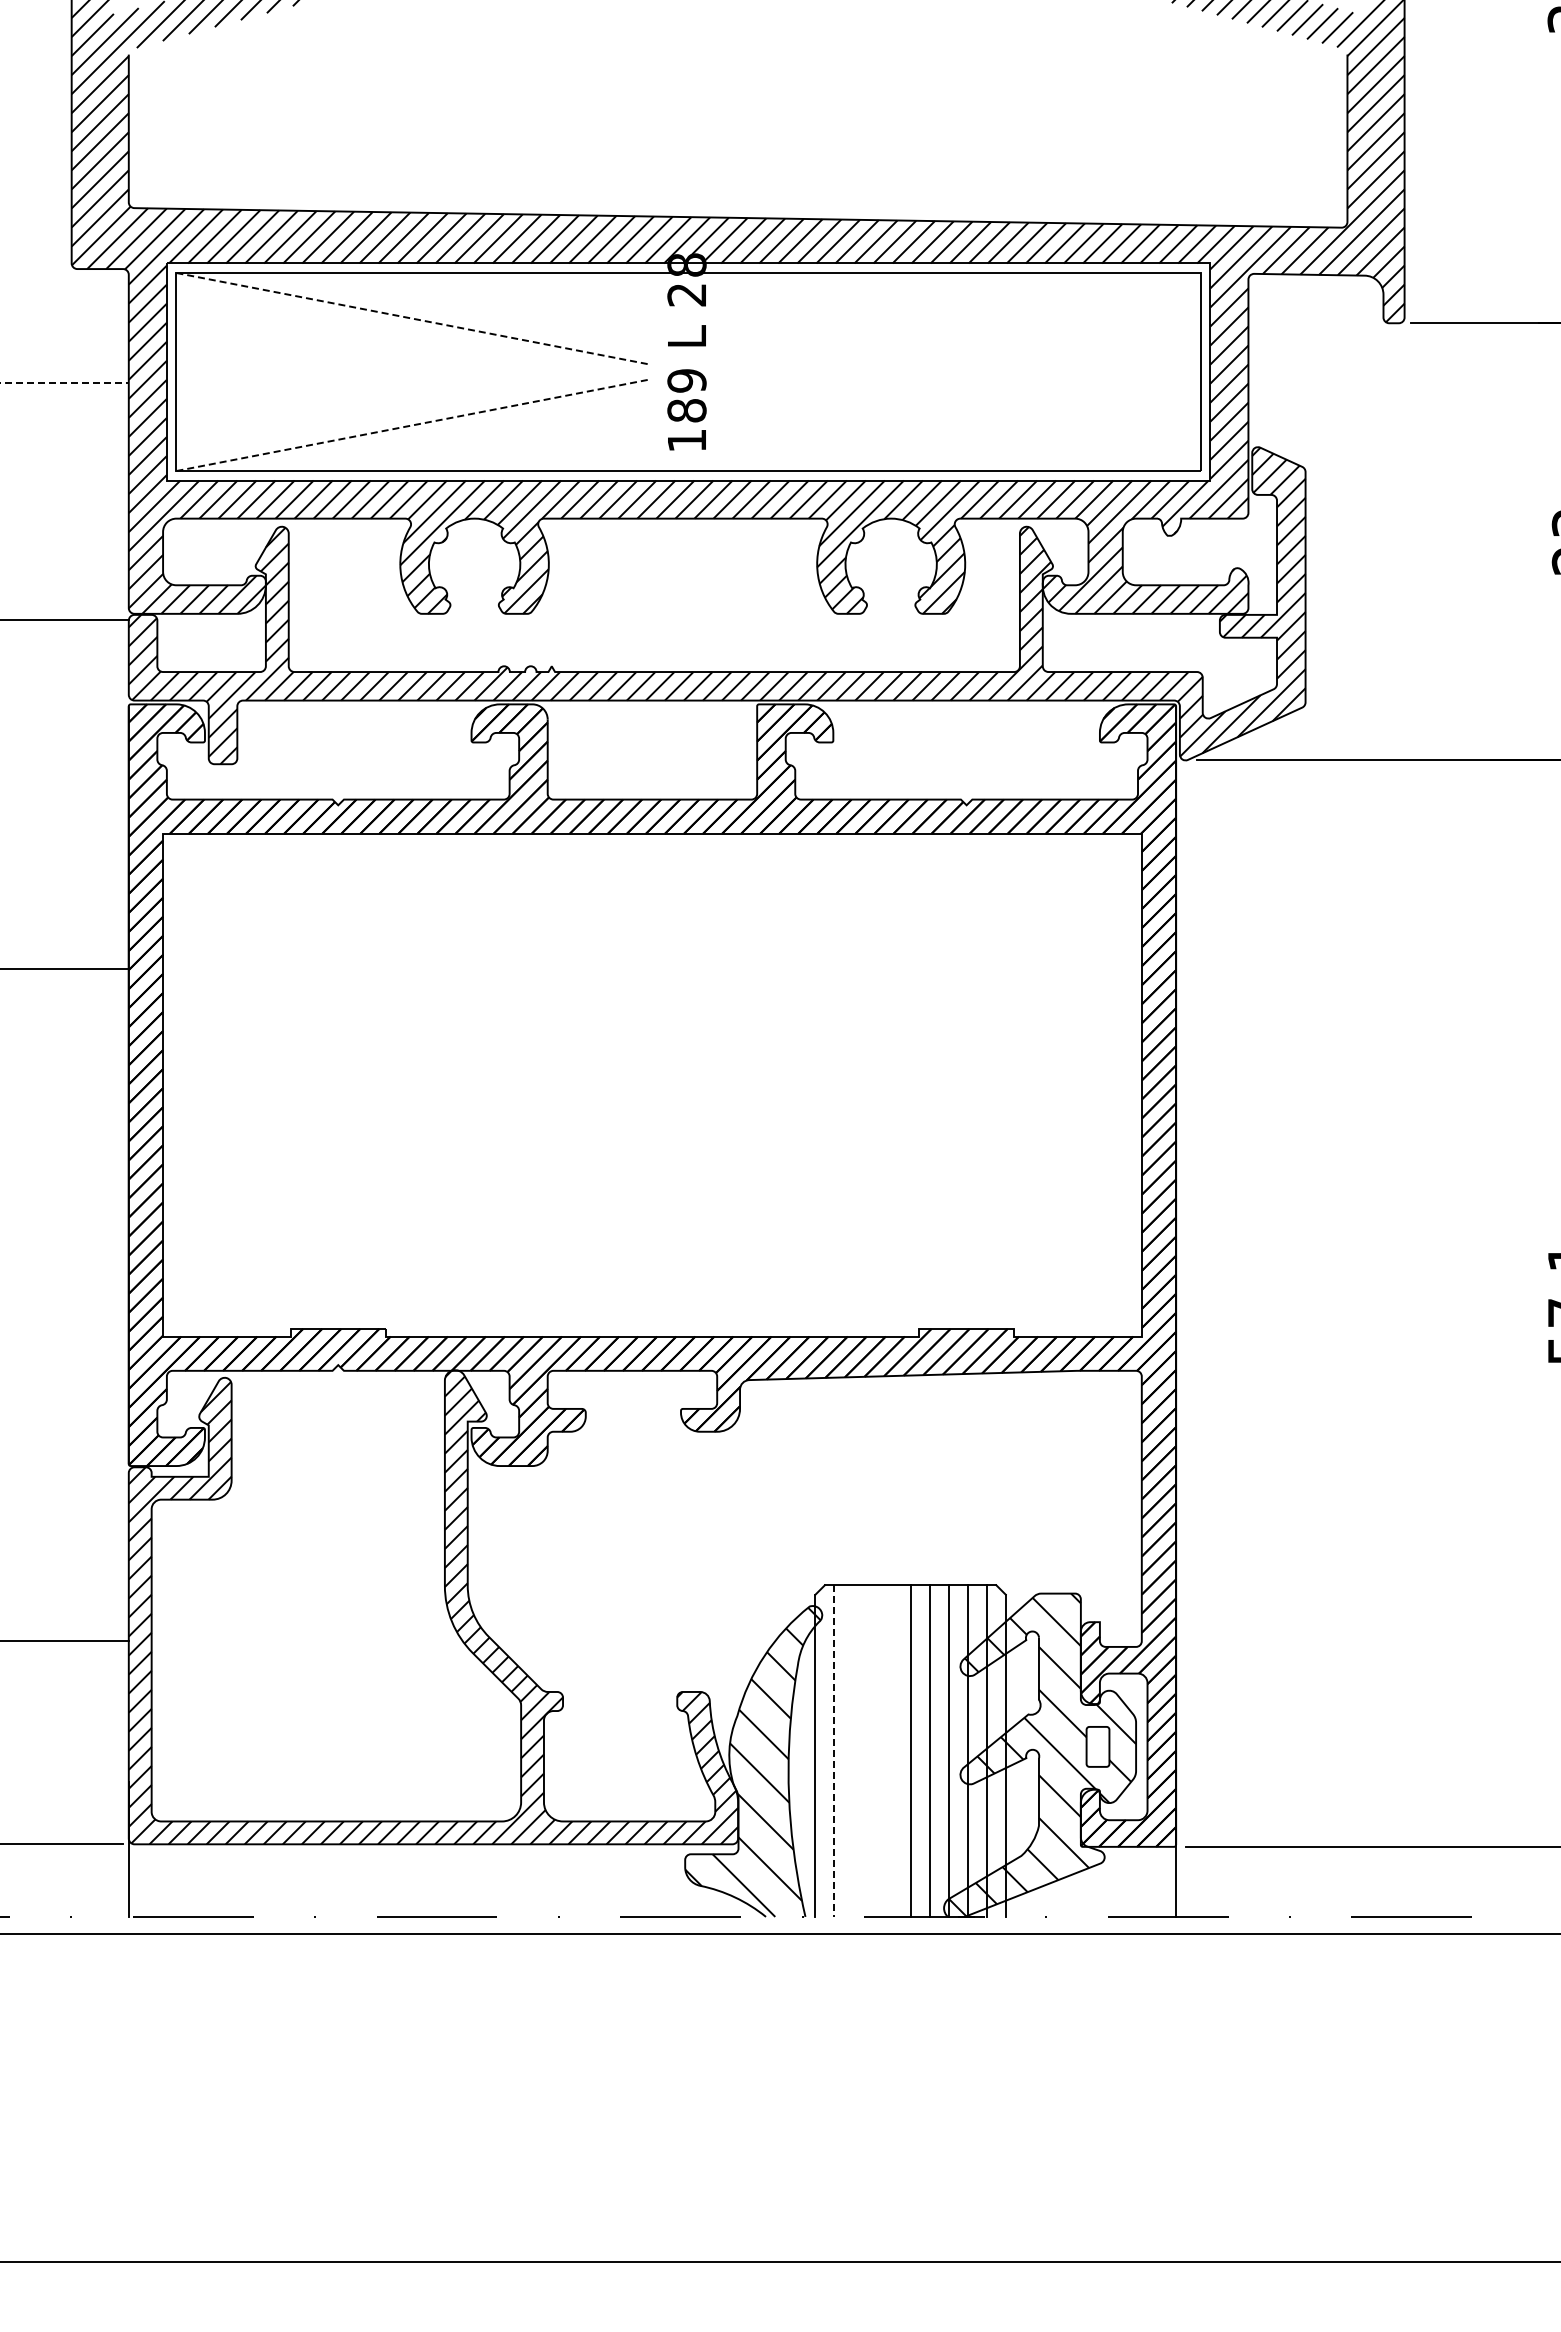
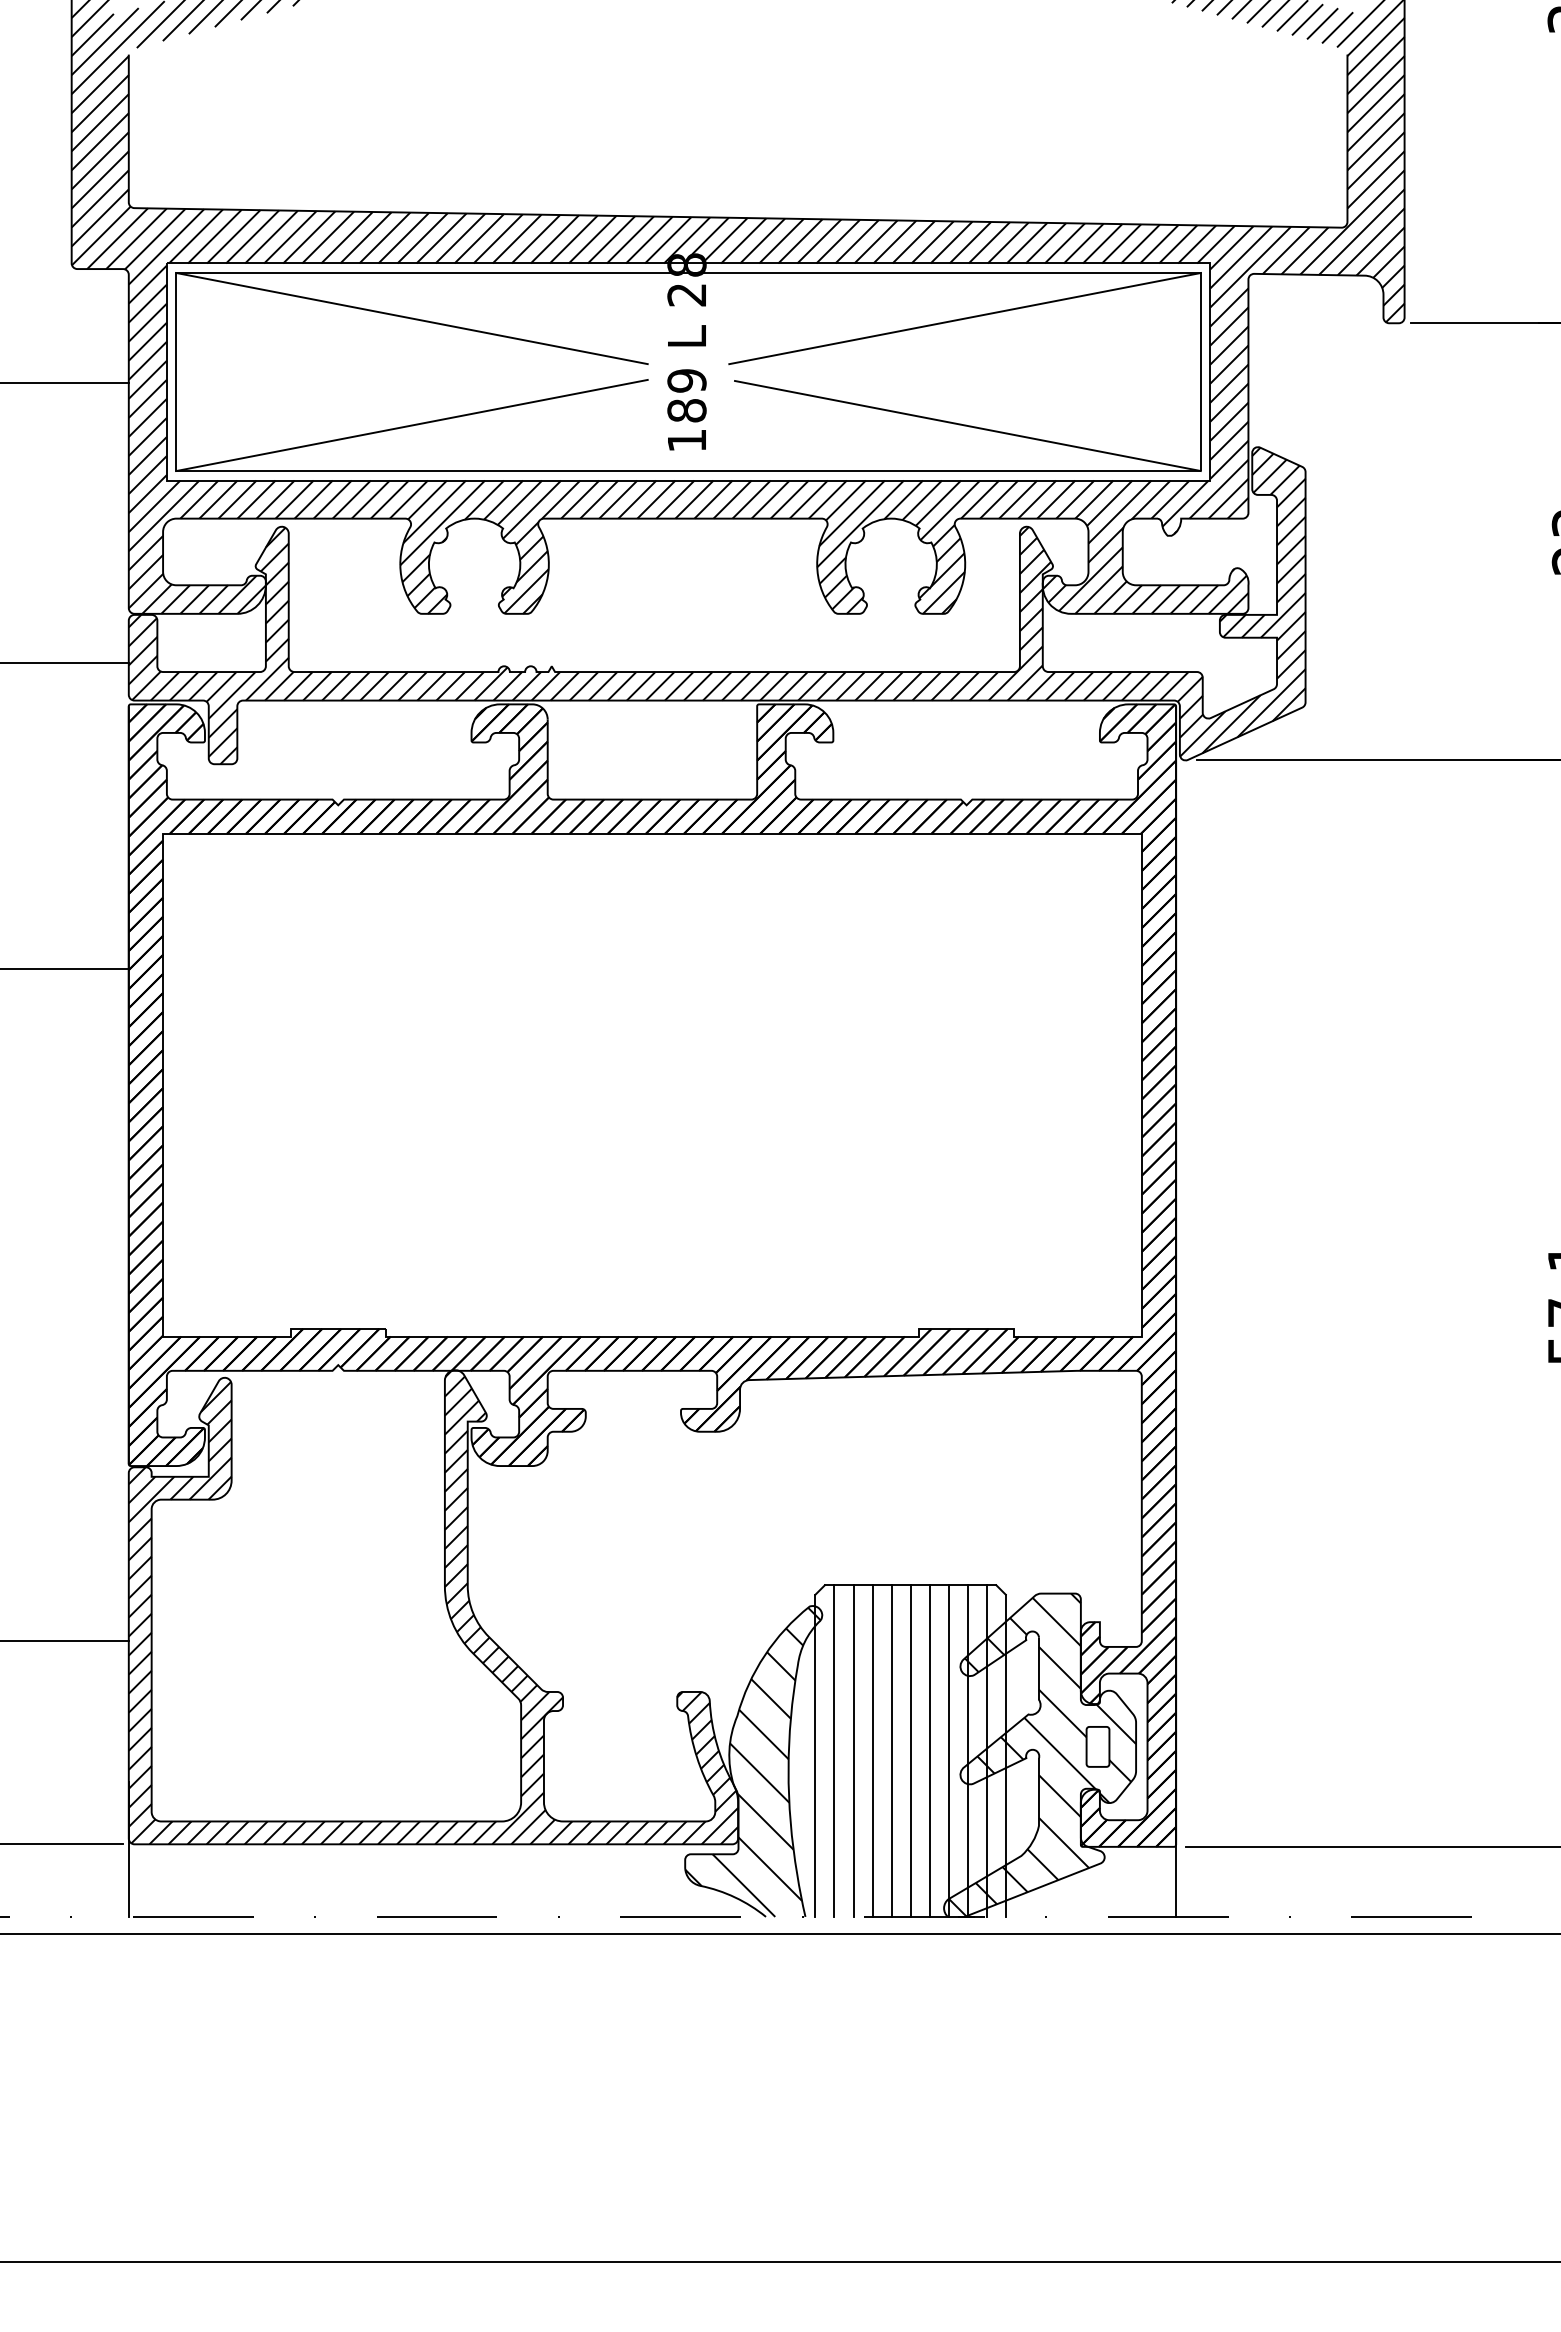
line at (412, 318): dashed -> solid
line at (964, 318): none -> present
line at (64, 383): dashed -> solid
line at (411, 425): dashed -> solid
line at (967, 425): none -> present
line at (65, 619) position: (65, 619) -> (65, 662)
line at (853, 1750): none -> present
line at (872, 1750): none -> present
line at (891, 1750): none -> present
line at (834, 1751): dashed -> solid
